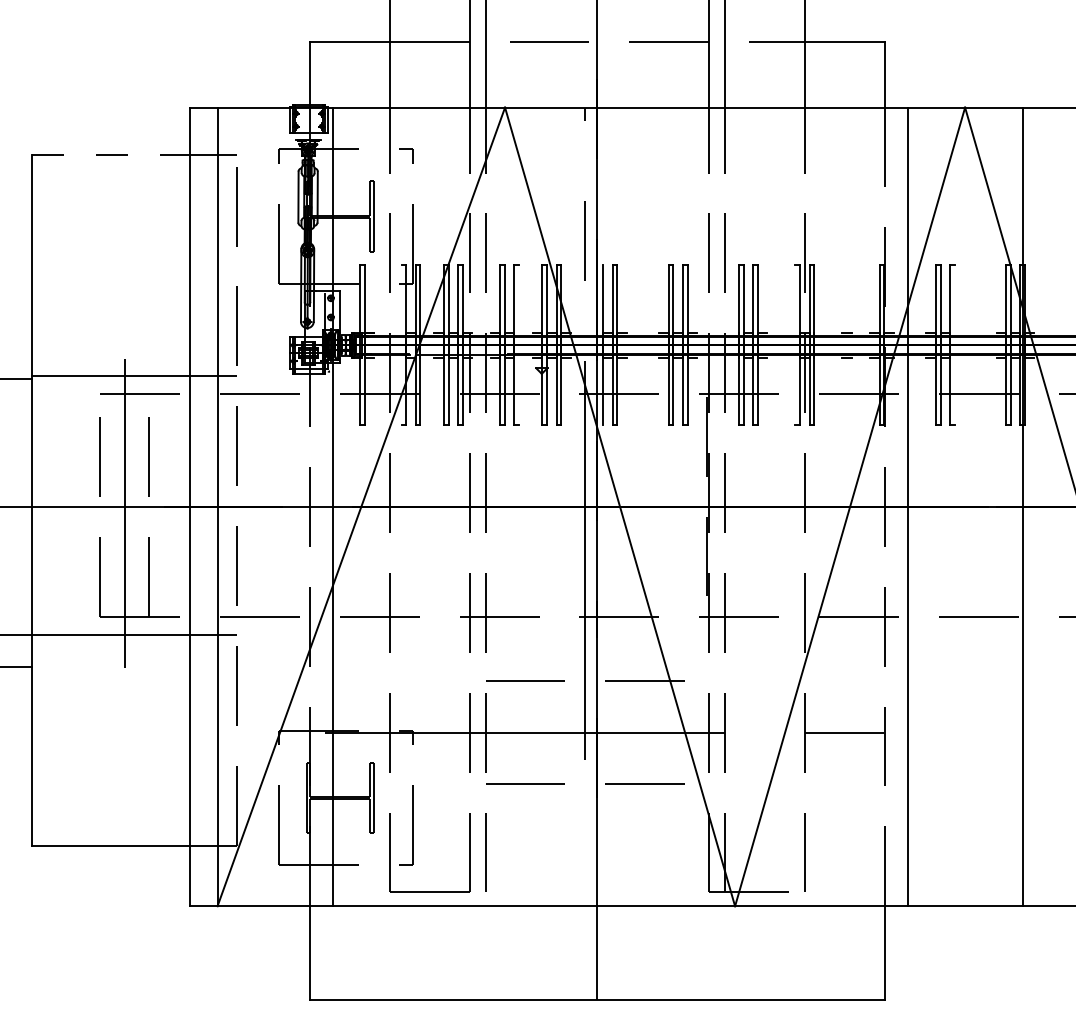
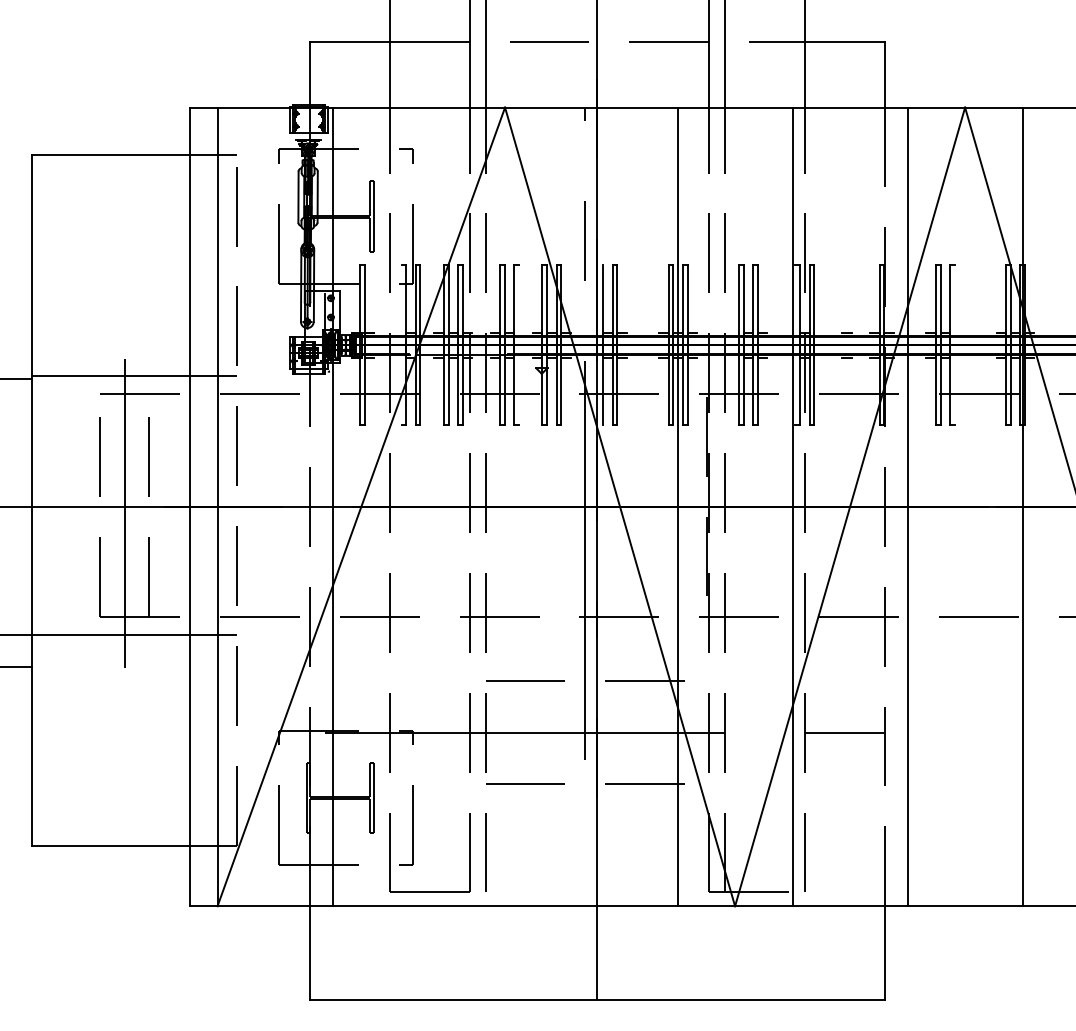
line at (111, 154): dashed -> solid
line at (677, 506): none -> present
line at (792, 506): none -> present
